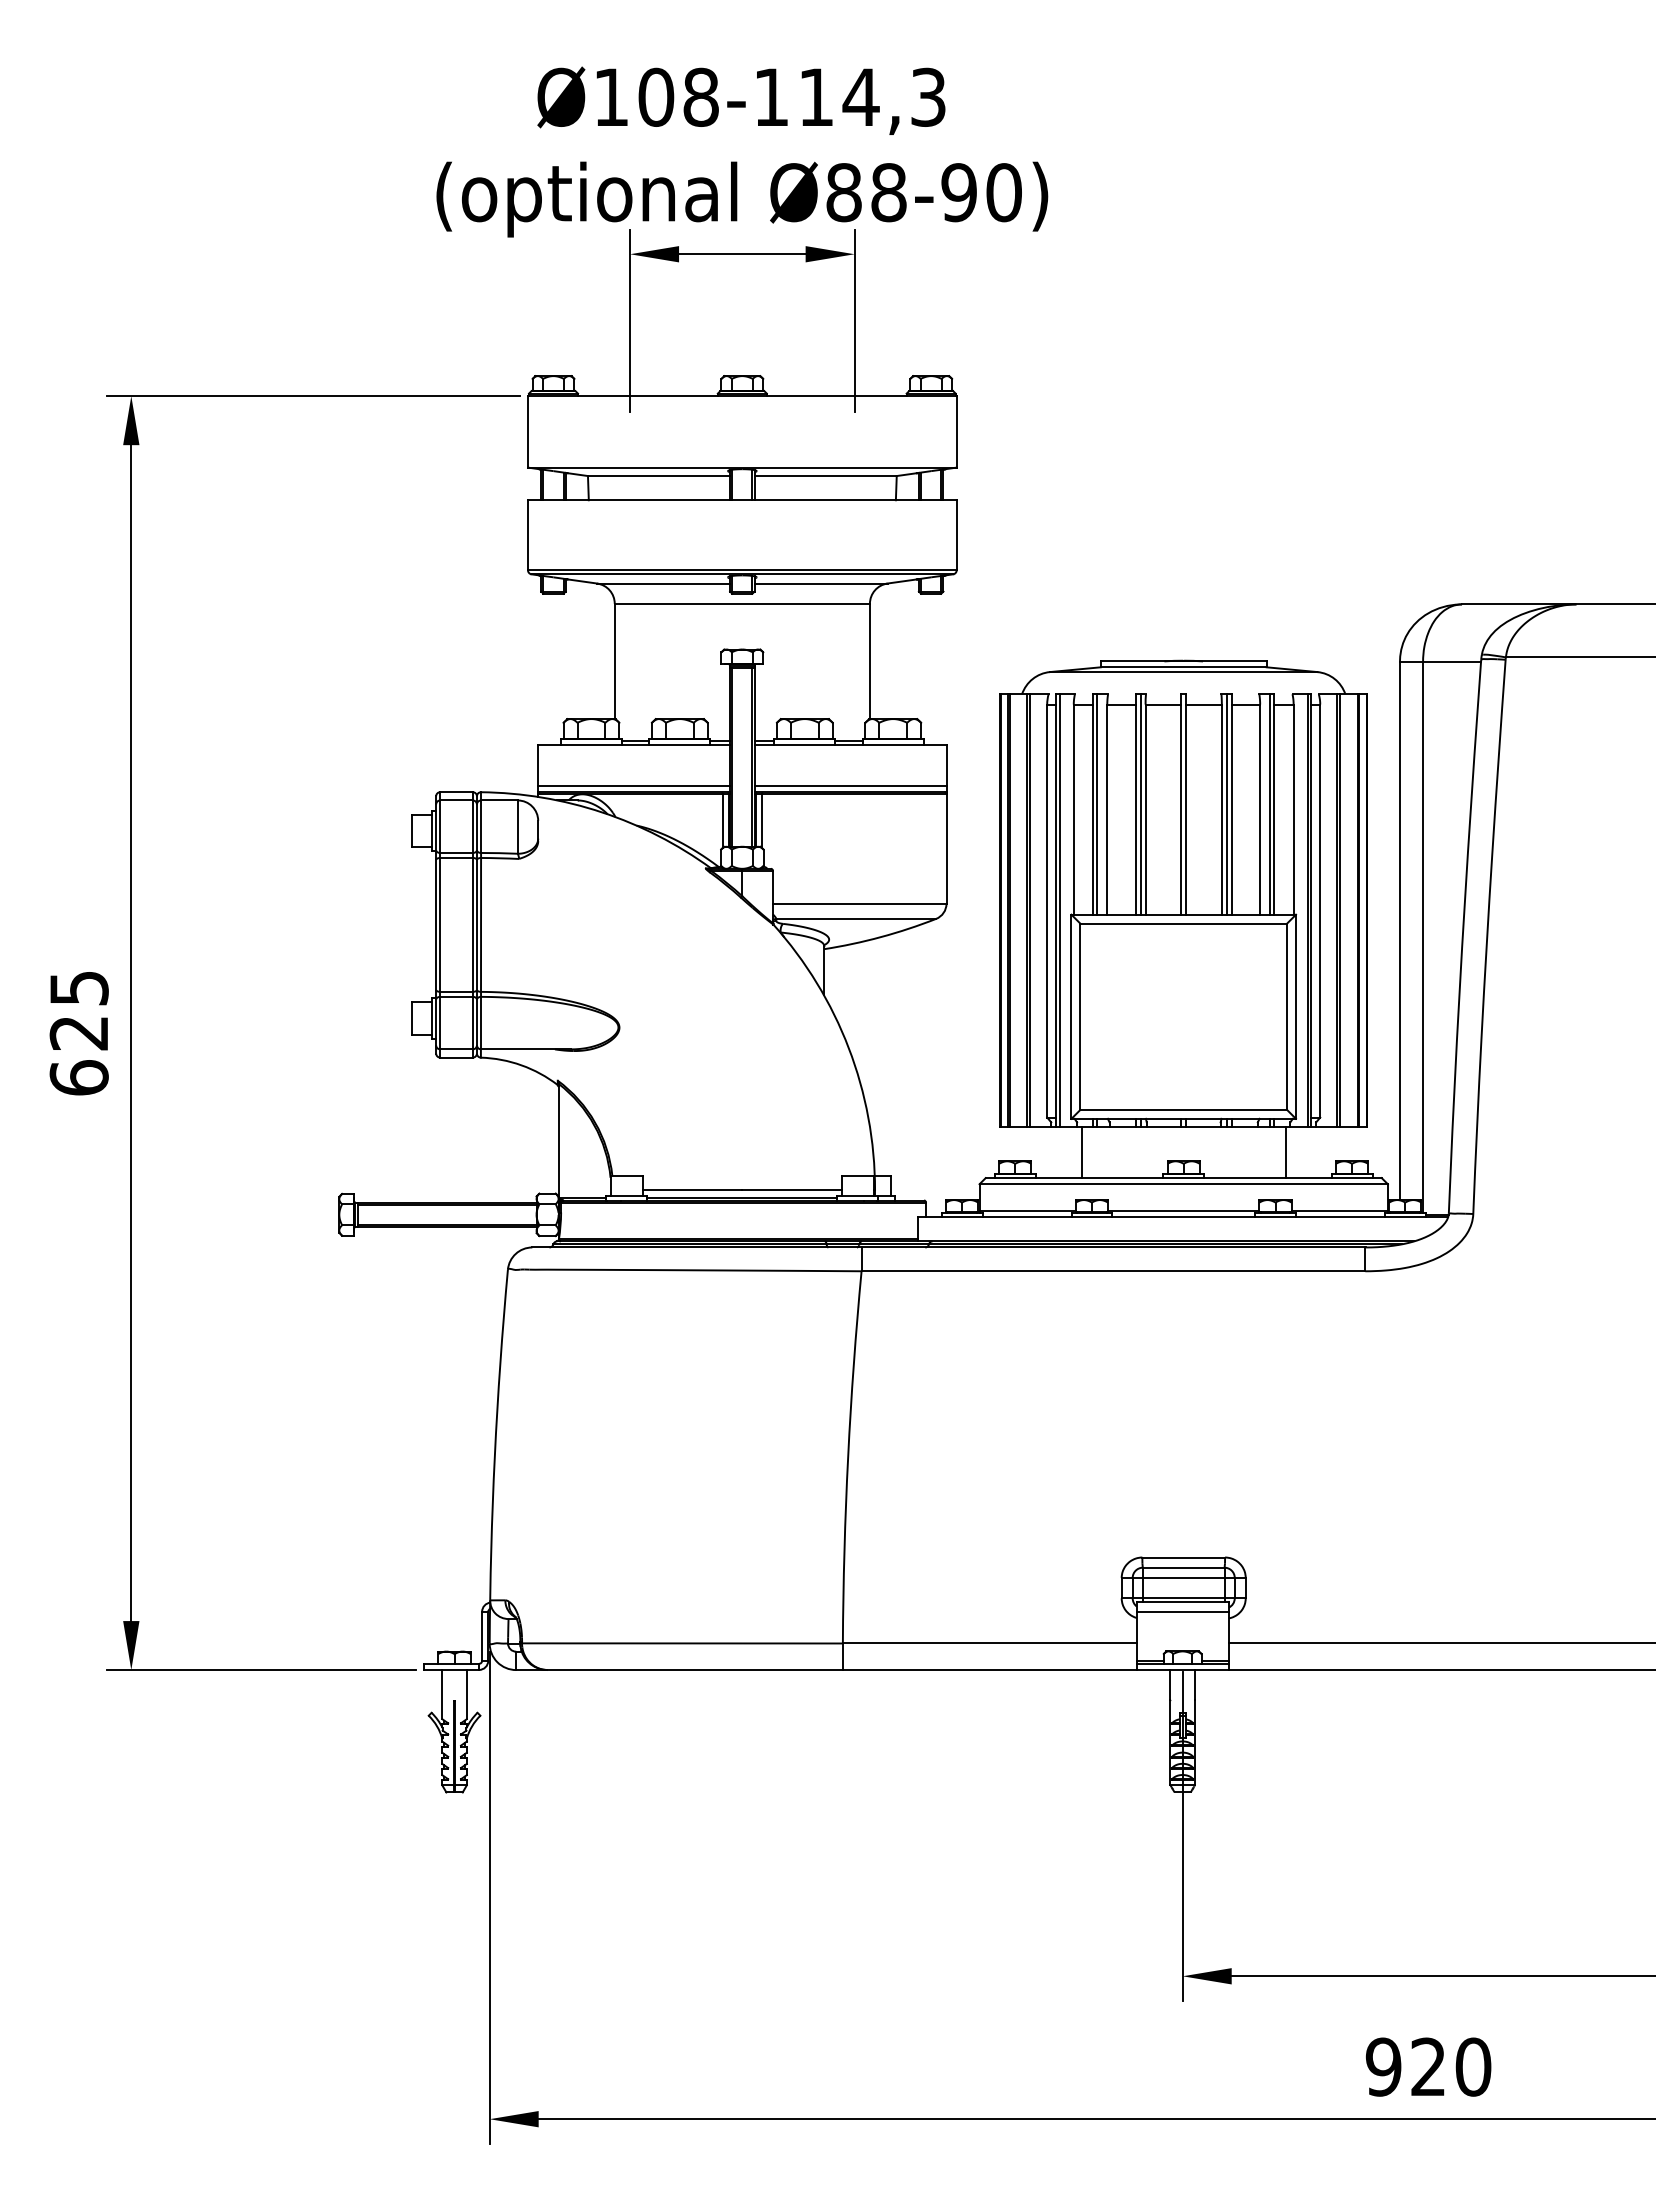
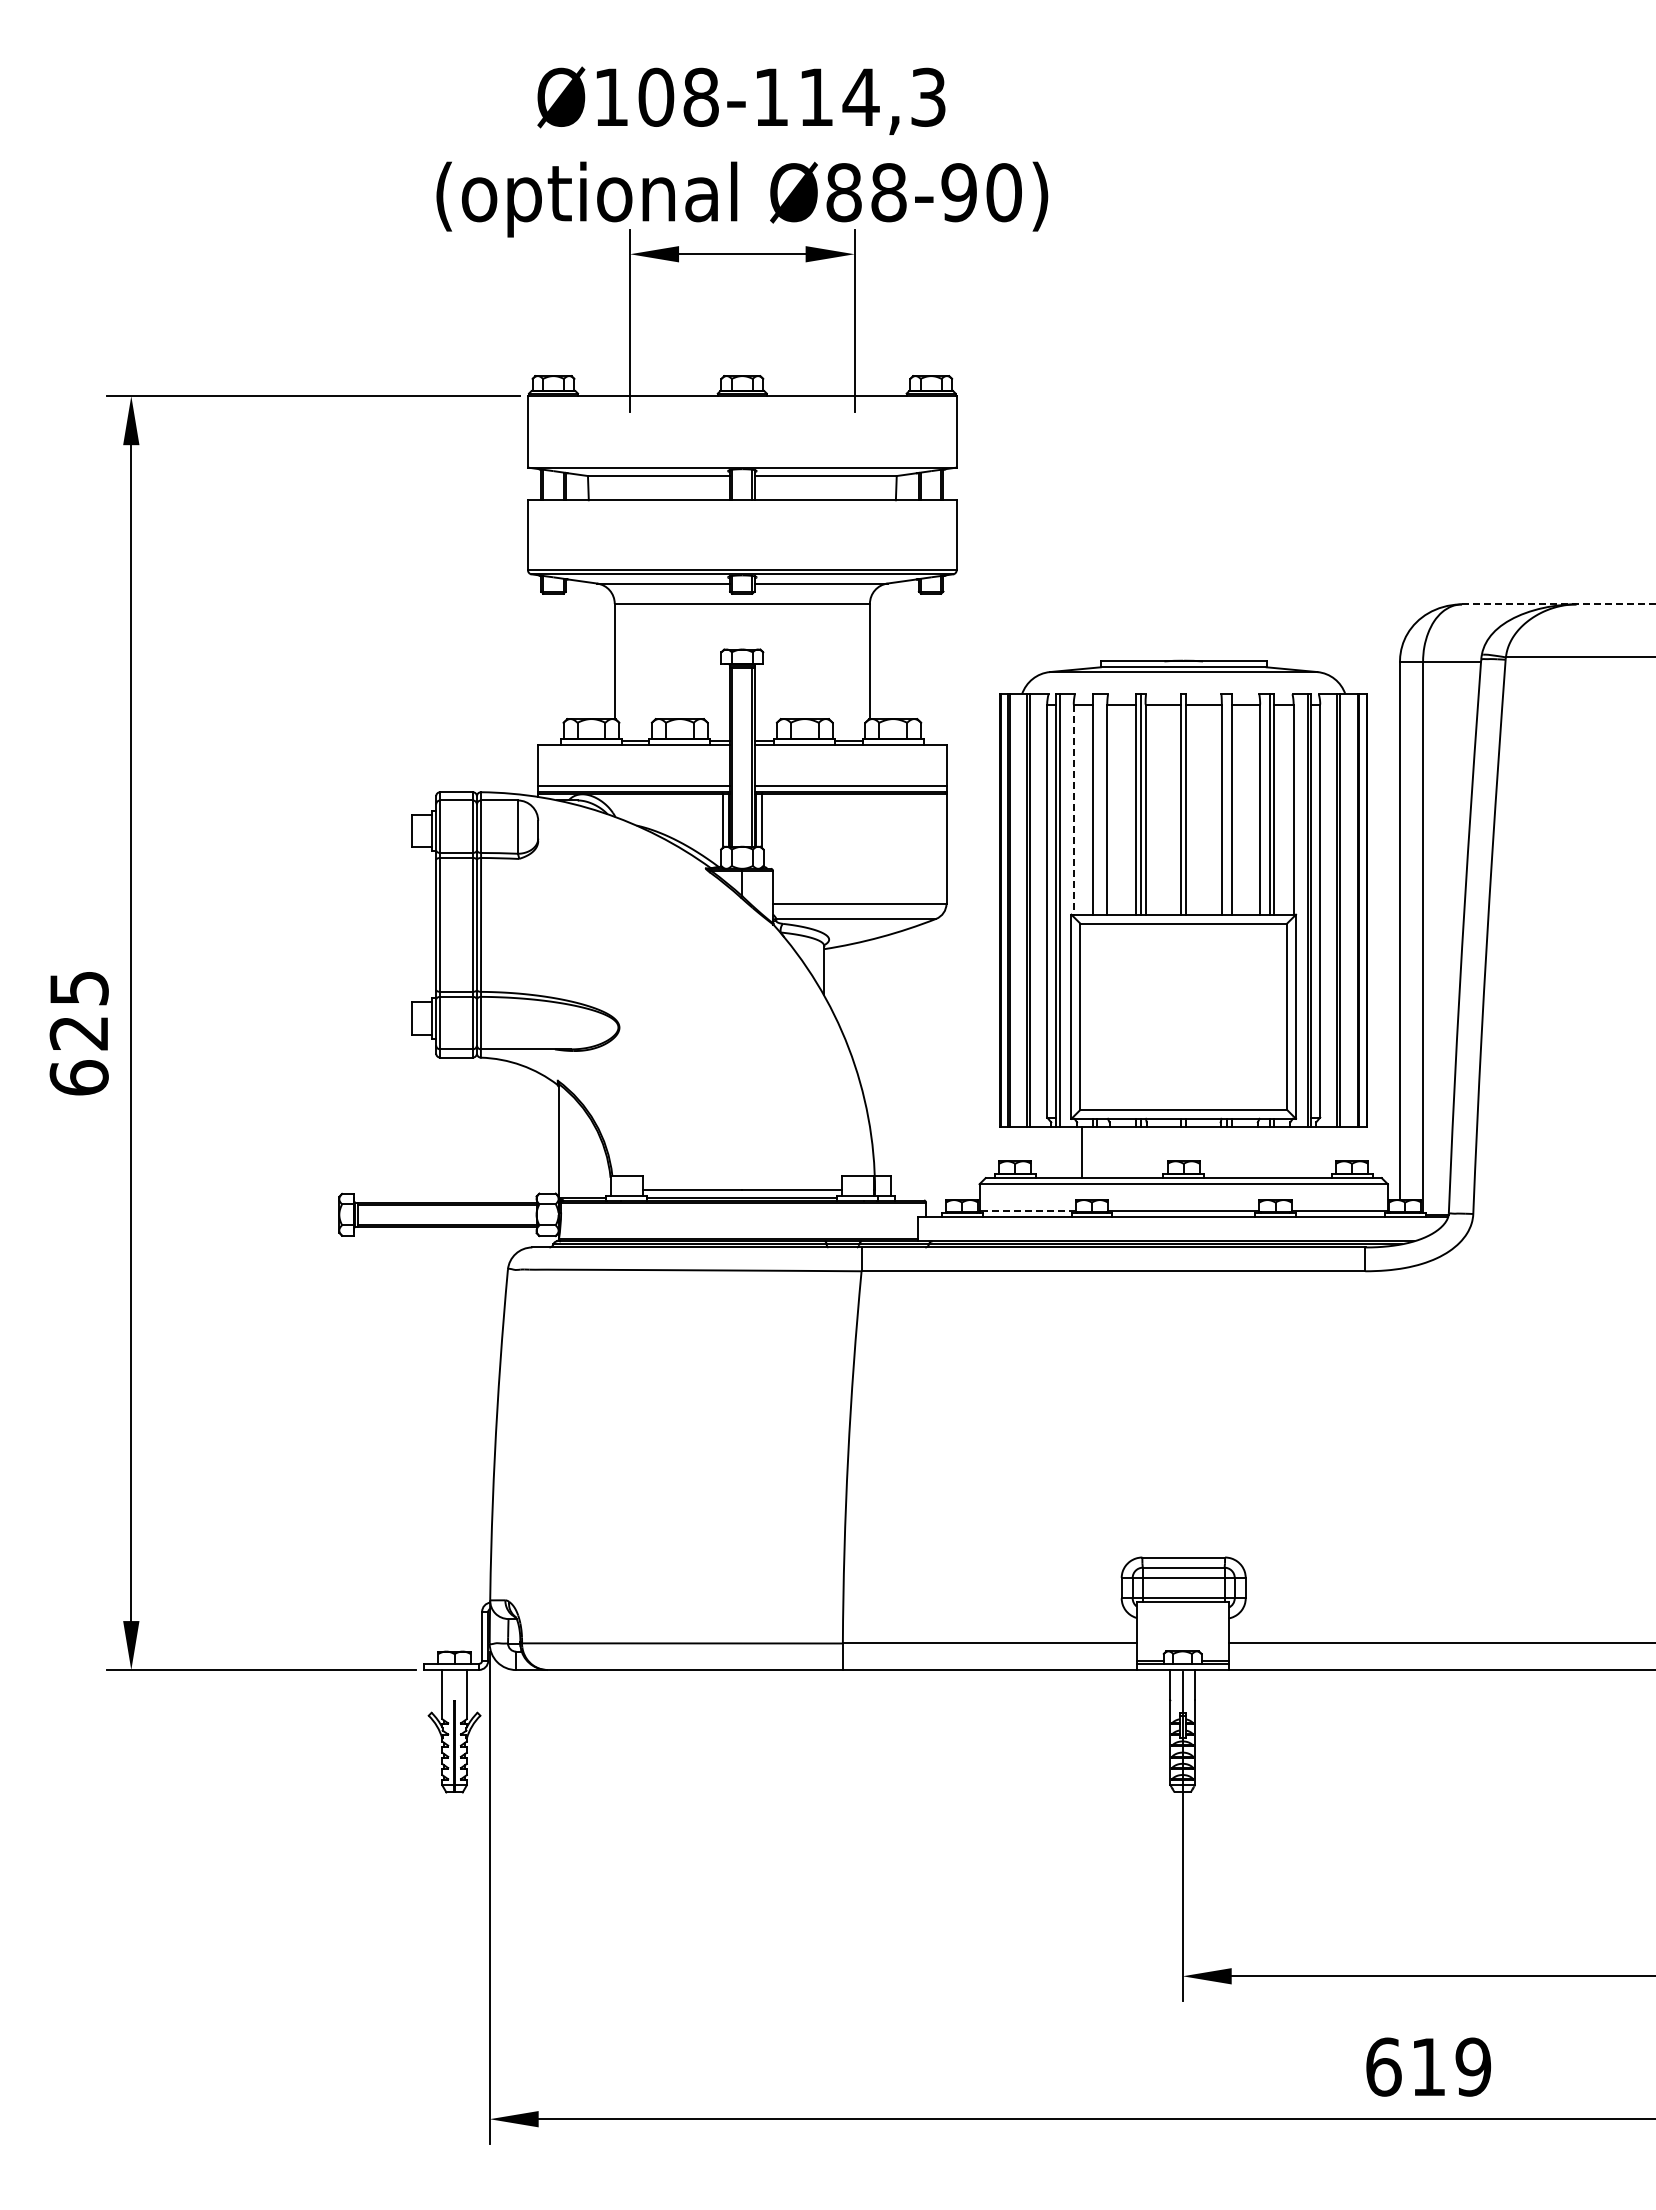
line at (1558, 604): solid -> dashed
line at (1097, 804): present -> none
line at (1226, 804): present -> none
line at (1073, 810): solid -> dashed
line at (1285, 1152): present -> none
line at (1027, 1210): solid -> dashed
line at (1182, 1611): present -> none
text at (1428, 2066): 920 -> 619
